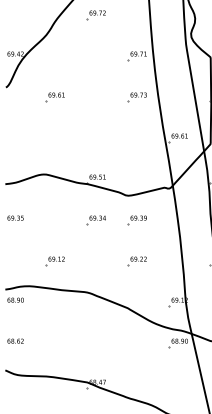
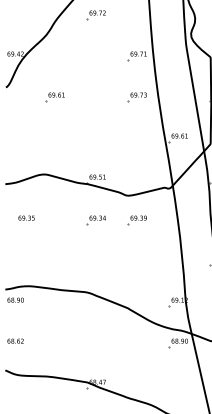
text at (15, 217) position: (15, 217) -> (26, 217)
part at (54, 261): present -> none
part at (136, 261): present -> none
